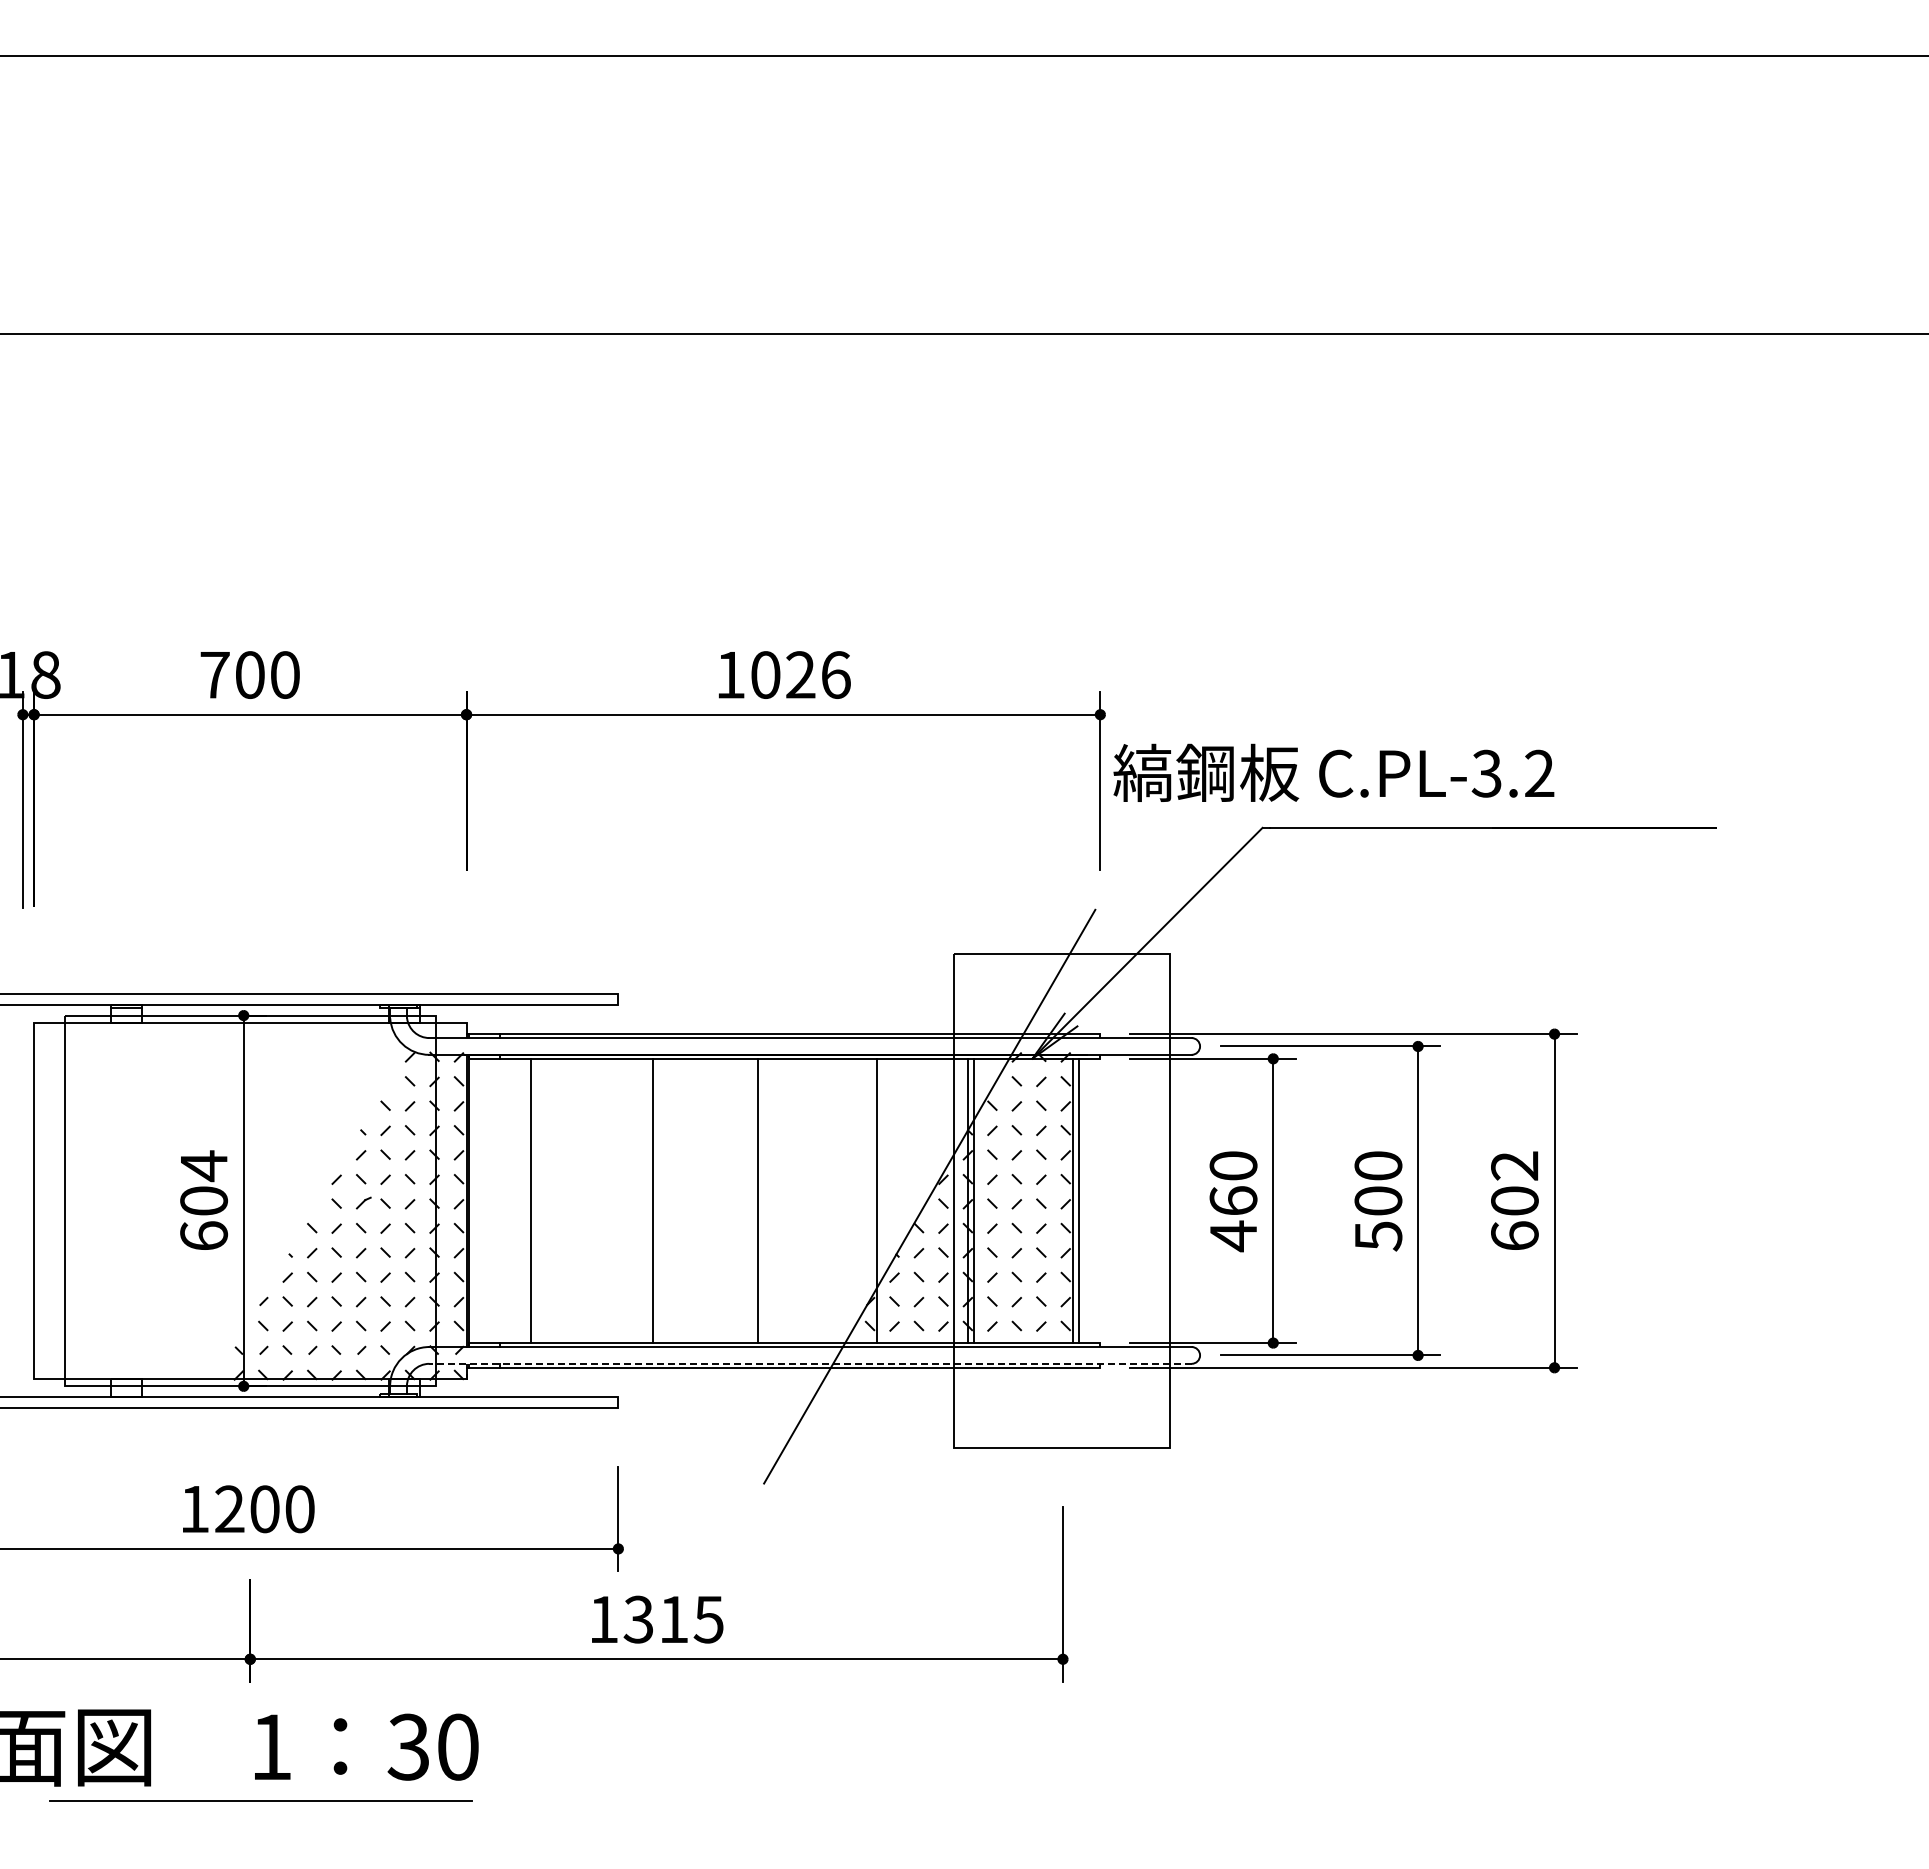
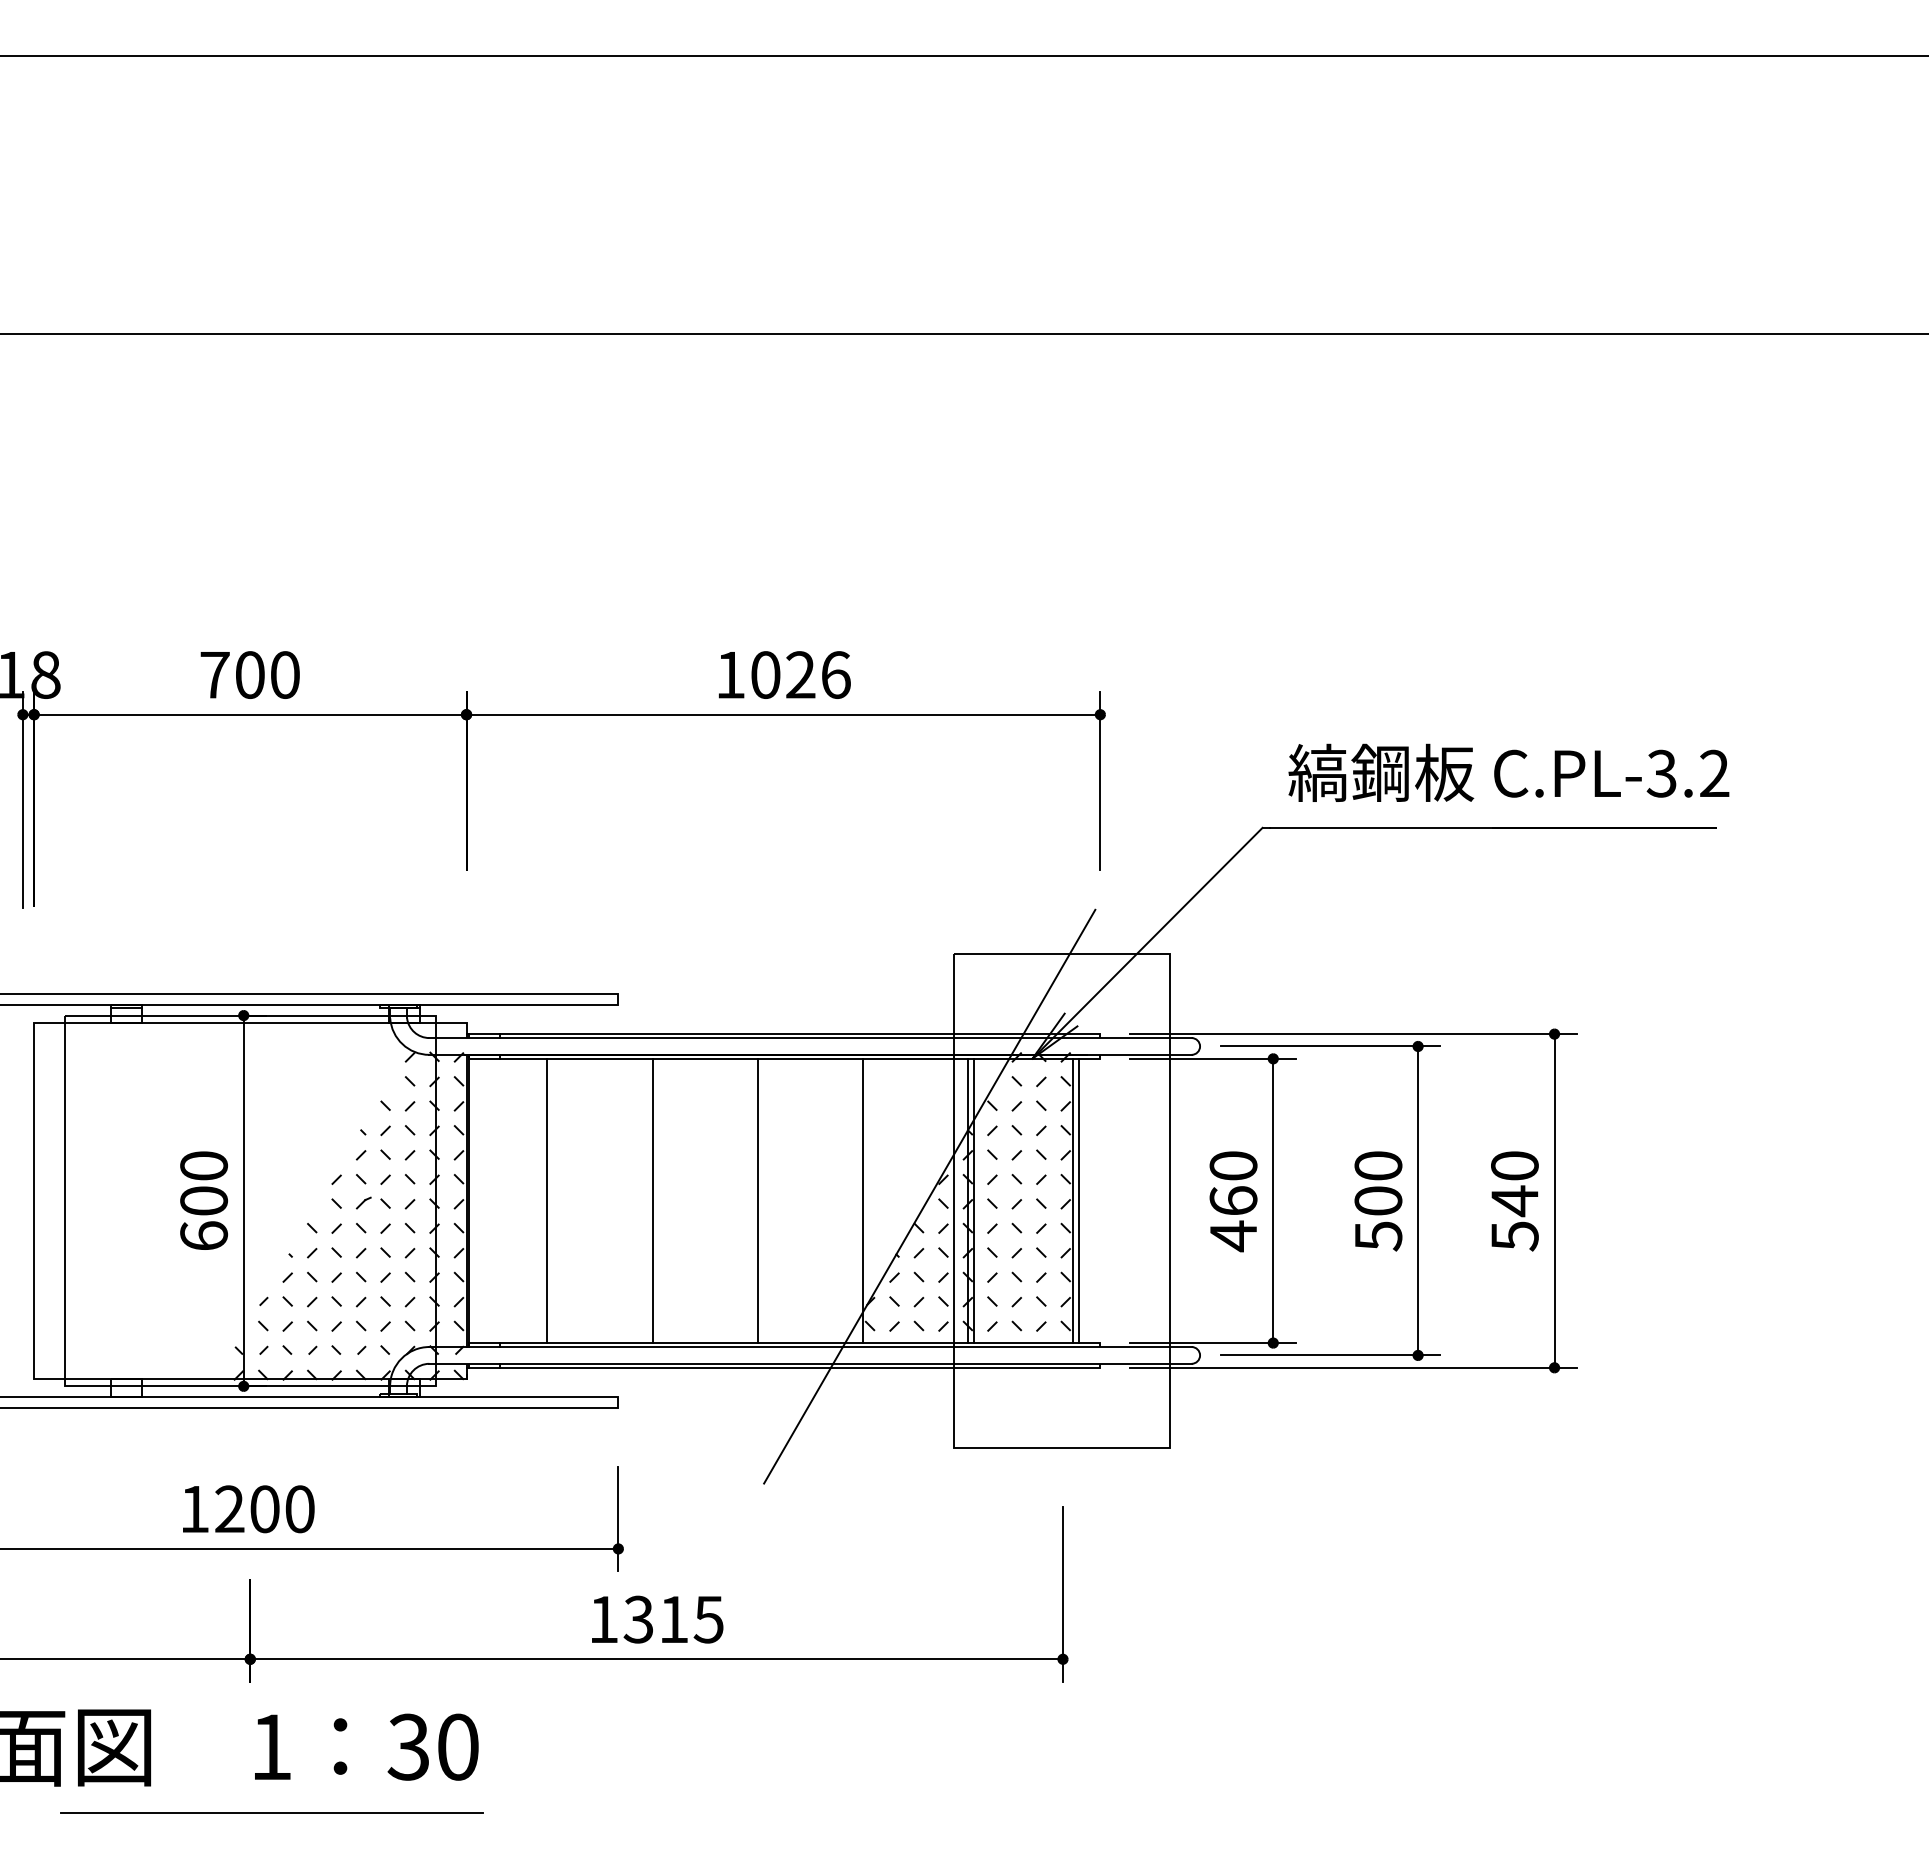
text at (1333, 772) position: (1333, 772) -> (1508, 772)
text at (204, 1166): 604 -> 600
line at (531, 1200) position: (531, 1200) -> (547, 1200)
line at (877, 1200) position: (877, 1200) -> (863, 1200)
text at (1514, 1201): 602 -> 540
line at (810, 1363): dashed -> solid
line at (260, 1800) position: (260, 1800) -> (271, 1812)
